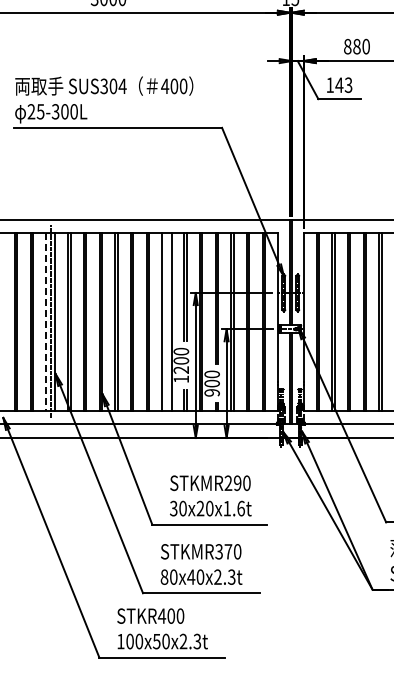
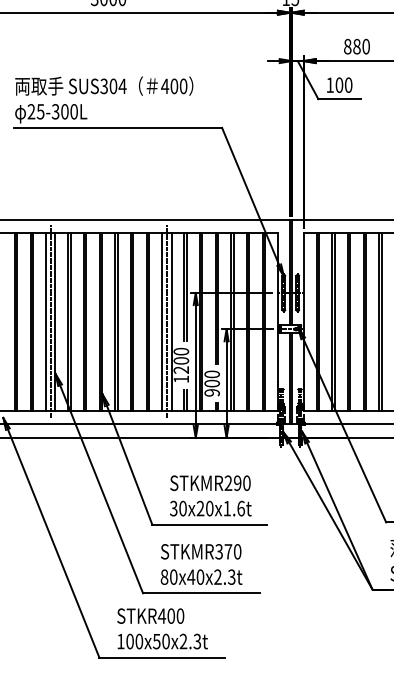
text at (343, 85): 143 -> 100
line at (166, 321): none -> present
line at (45, 322): dashed -> solid
